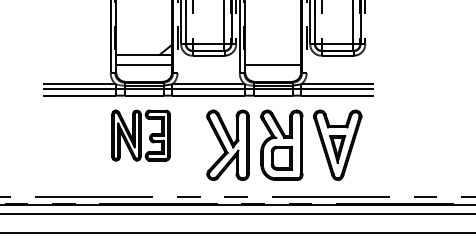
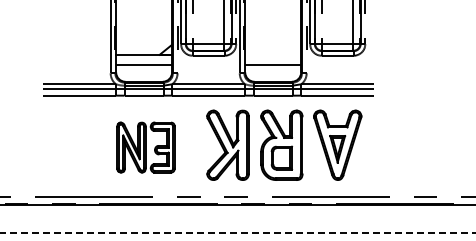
part at (140, 135) position: (140, 135) -> (145, 147)
line at (237, 213): present -> none
line at (238, 233): solid -> dashed
